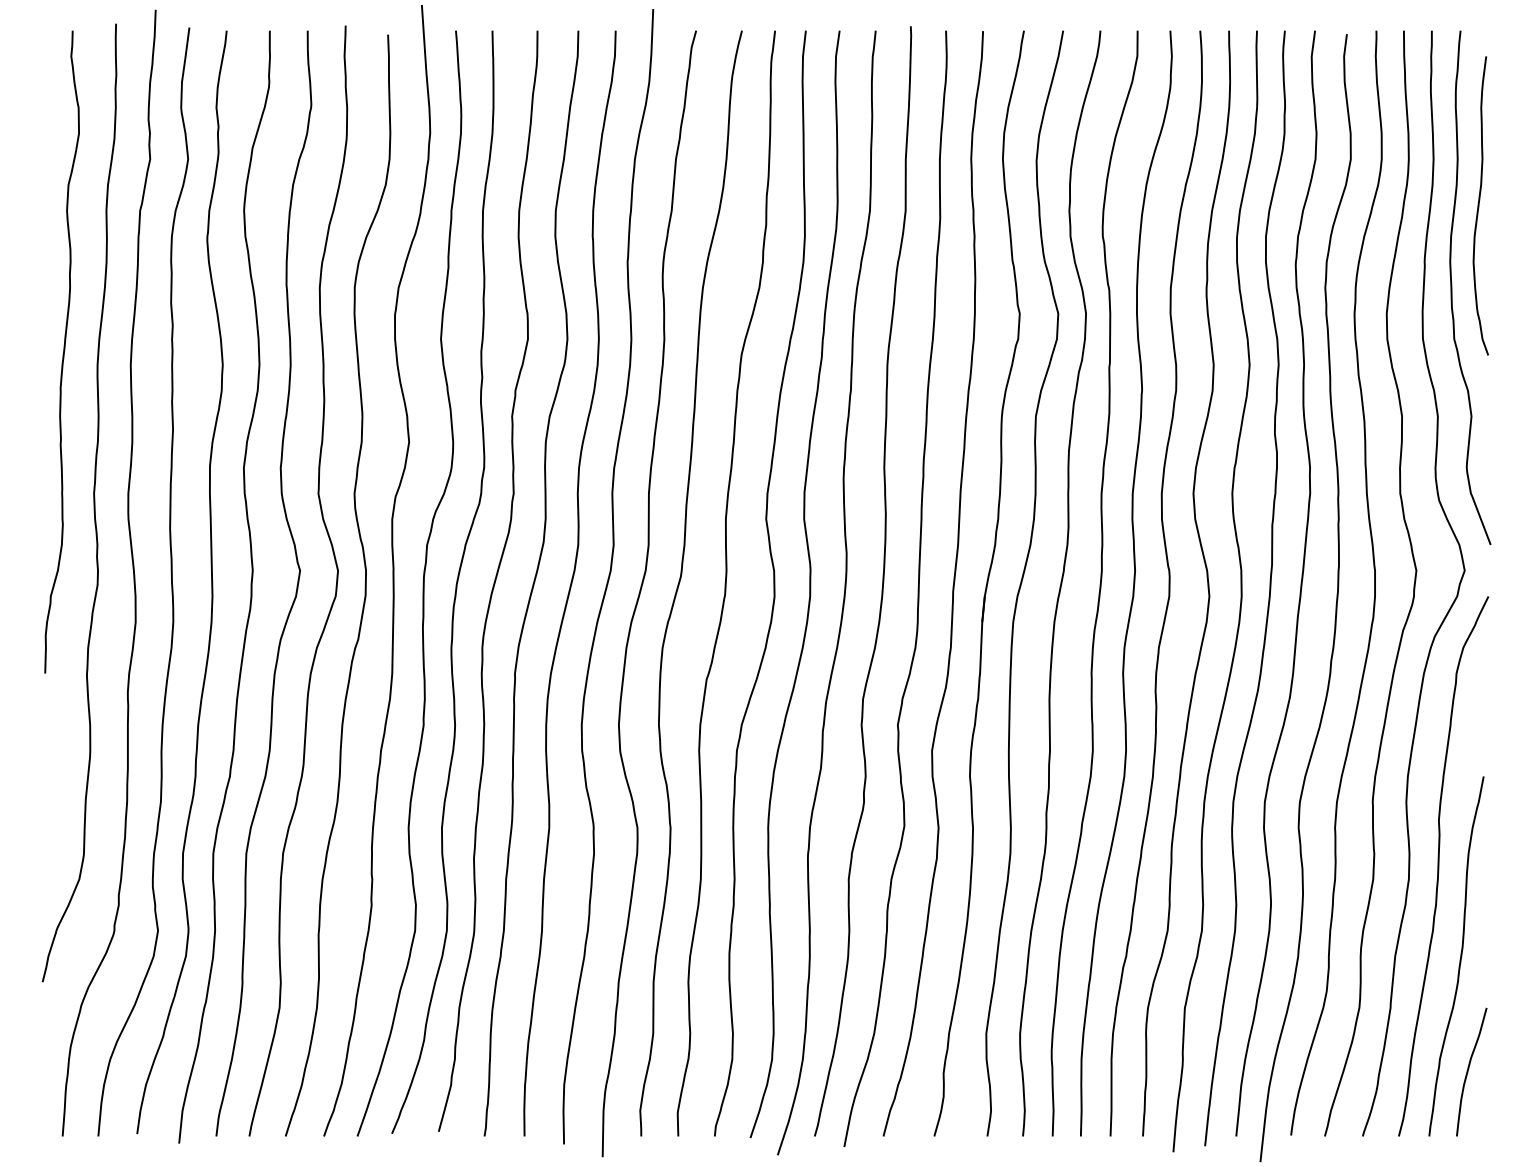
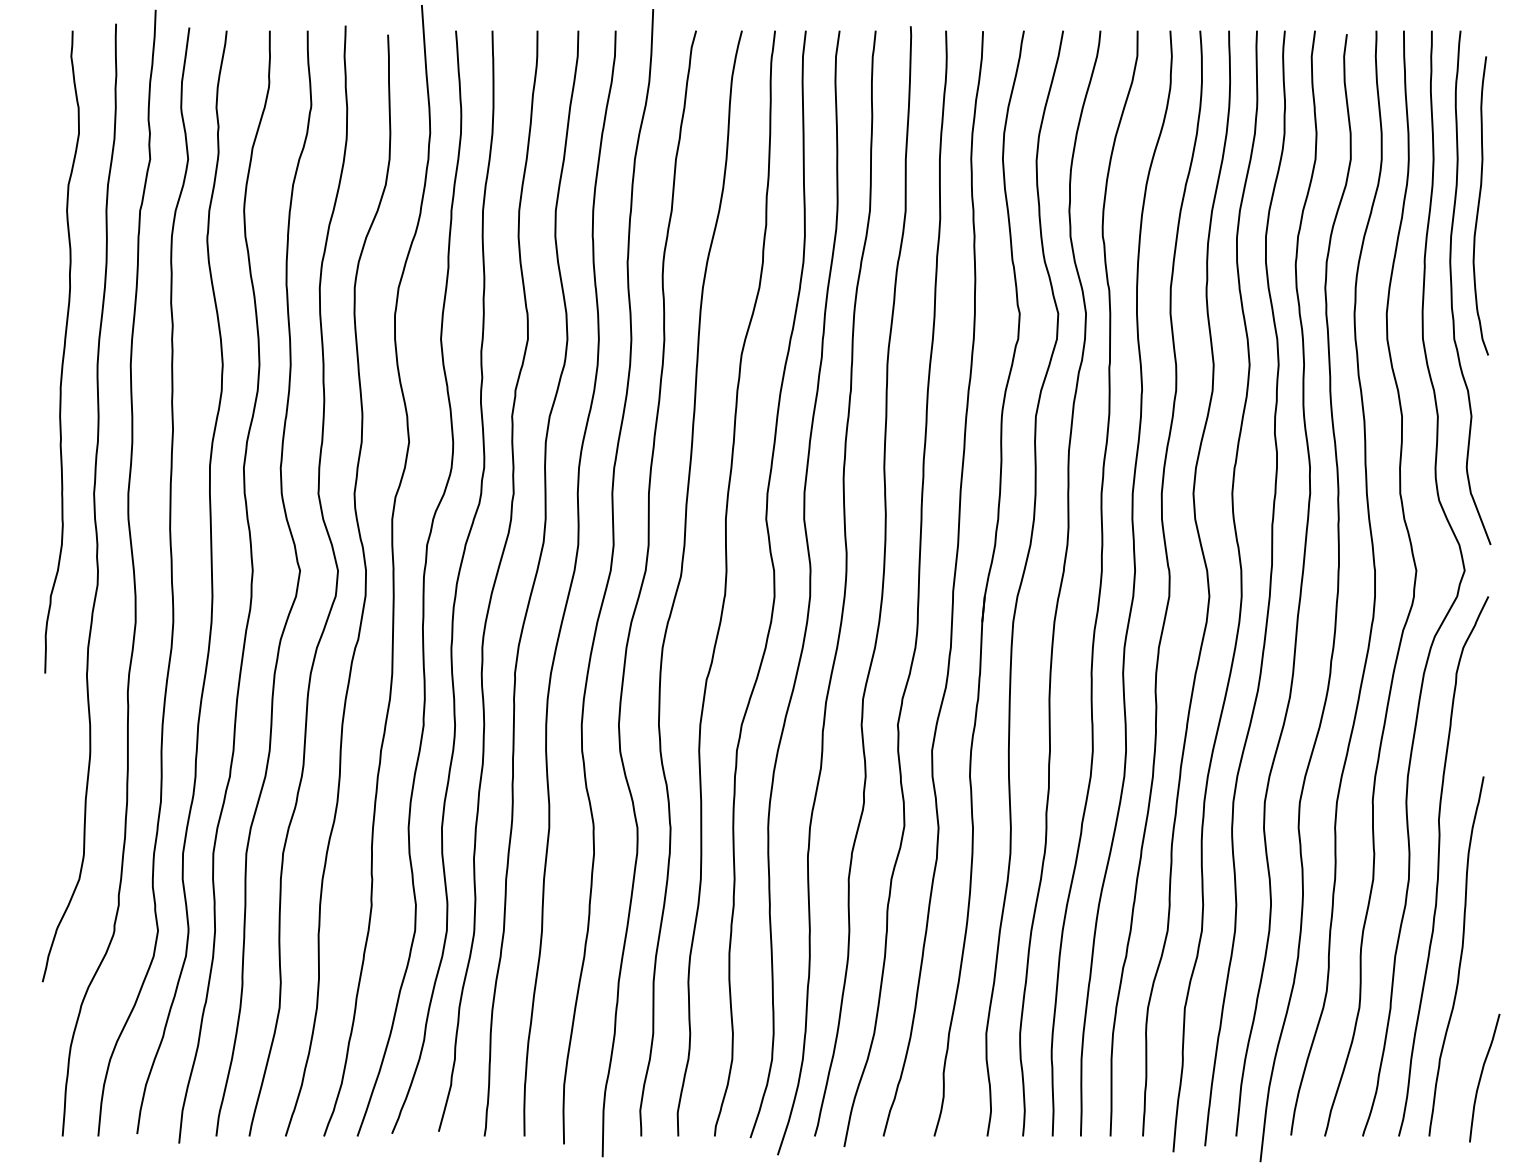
curve at (1468, 1071) position: (1468, 1071) -> (1481, 1077)
